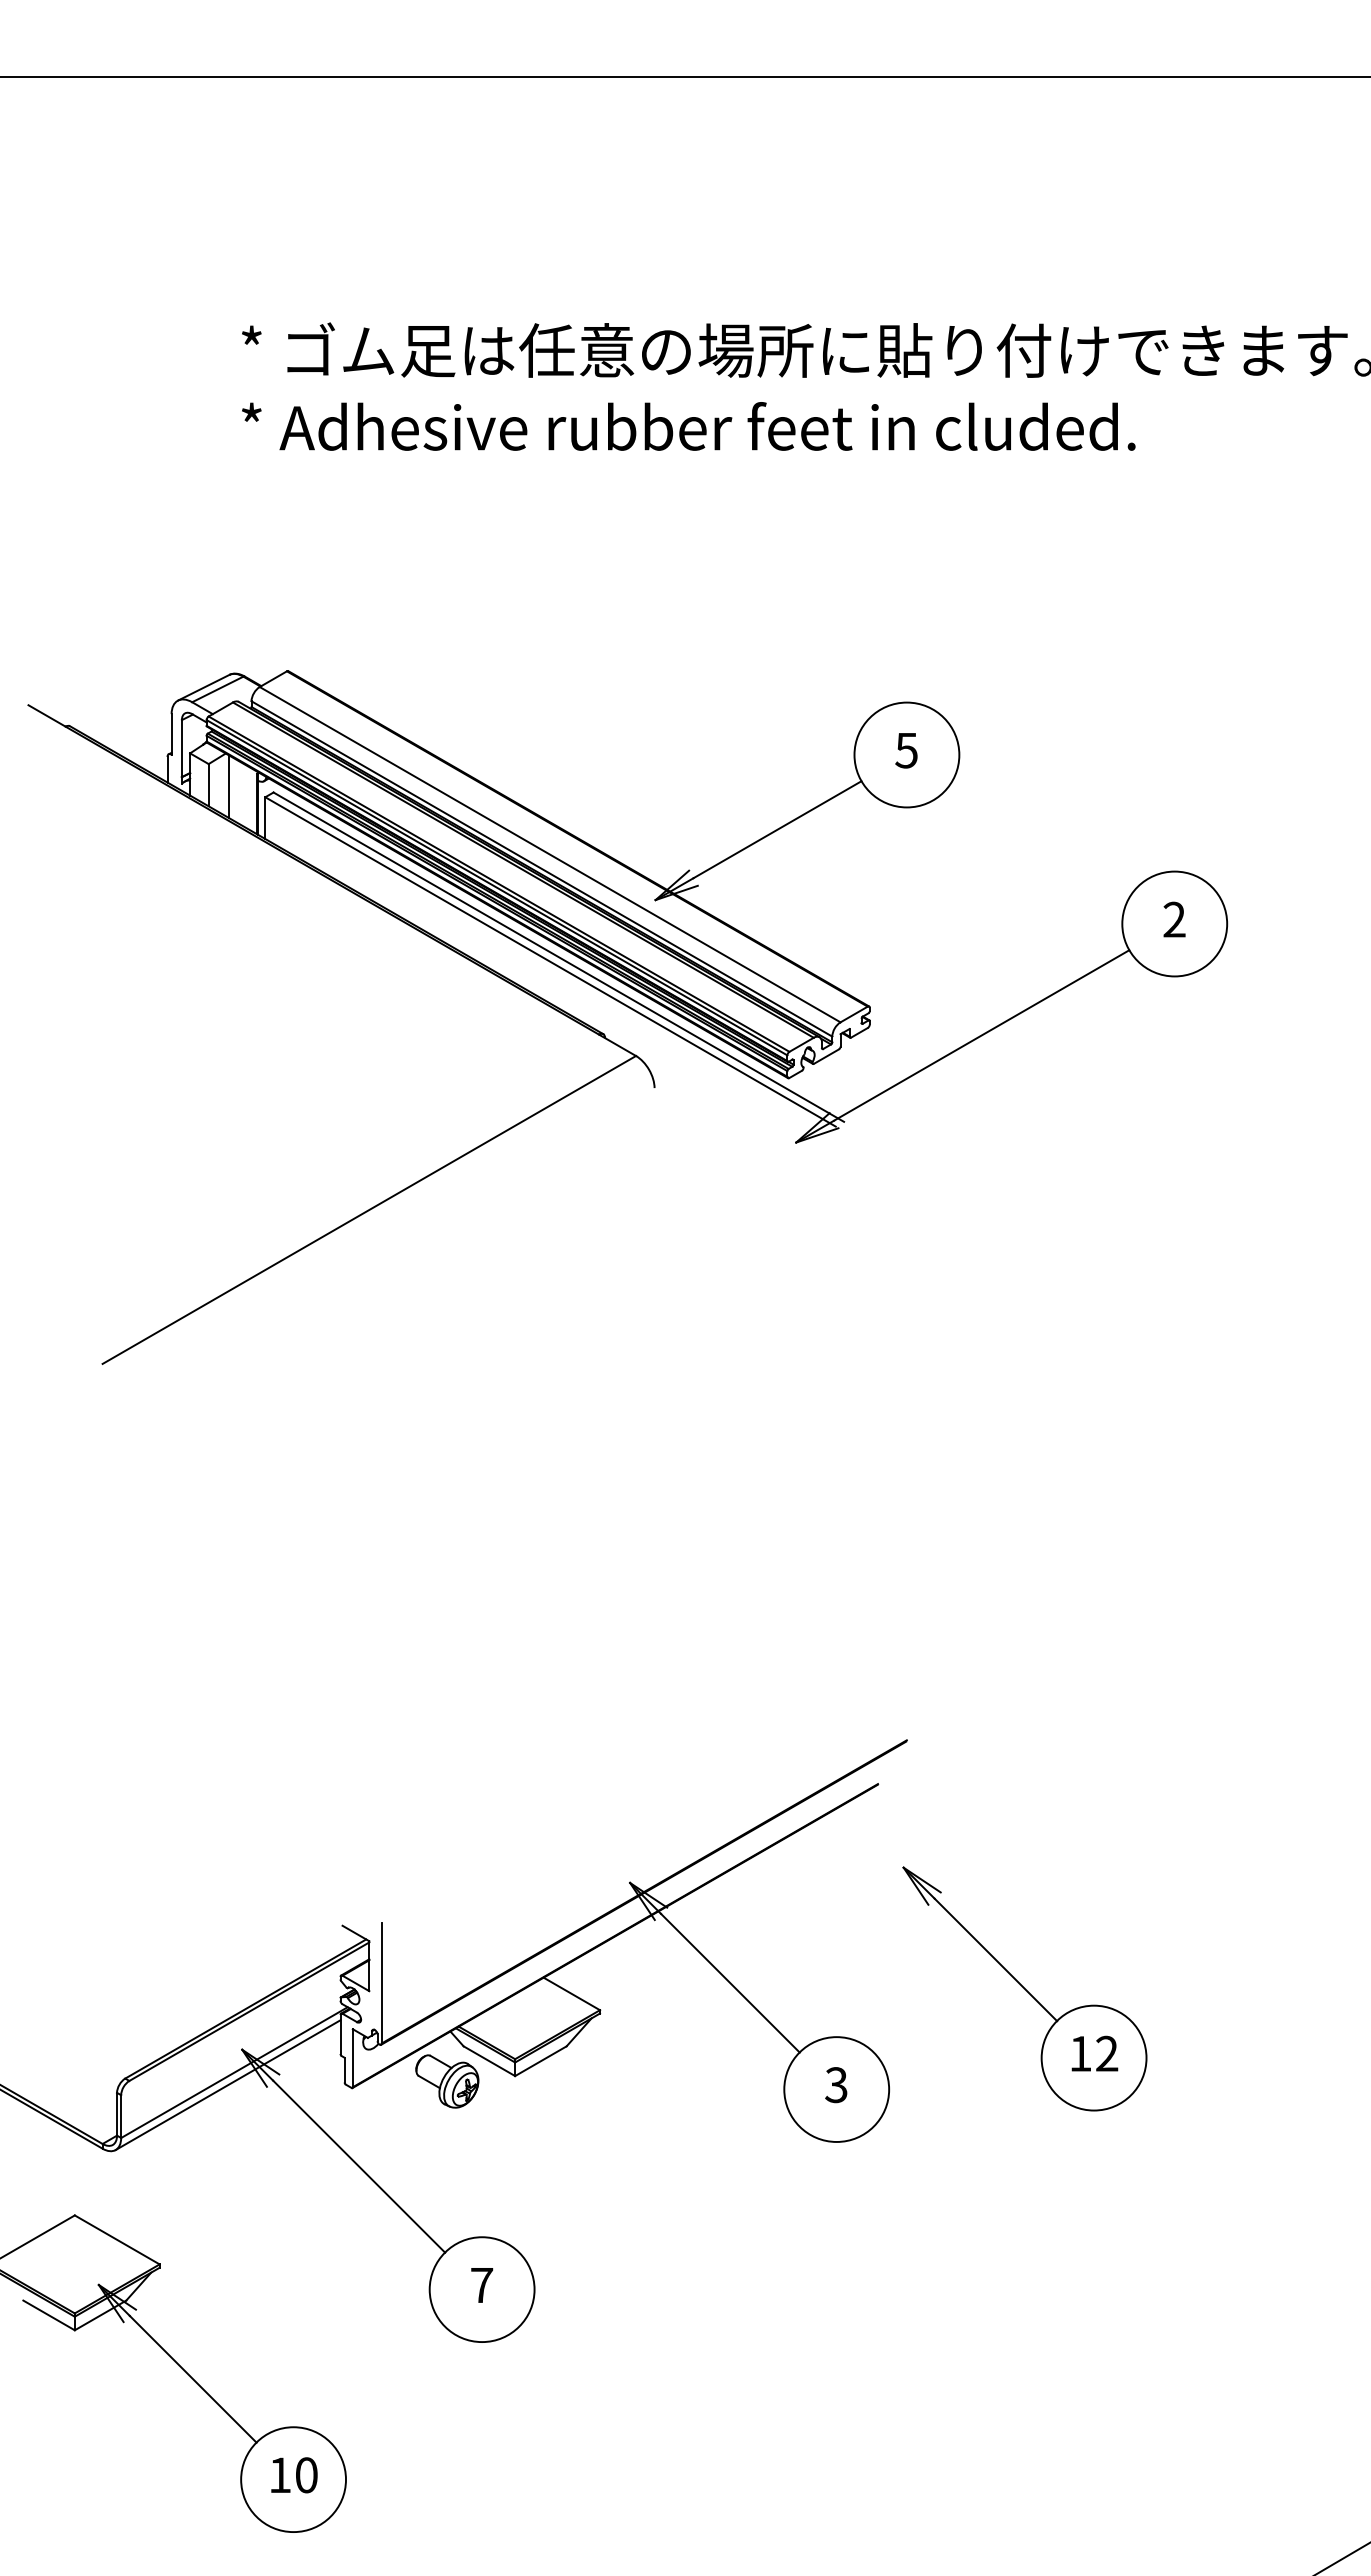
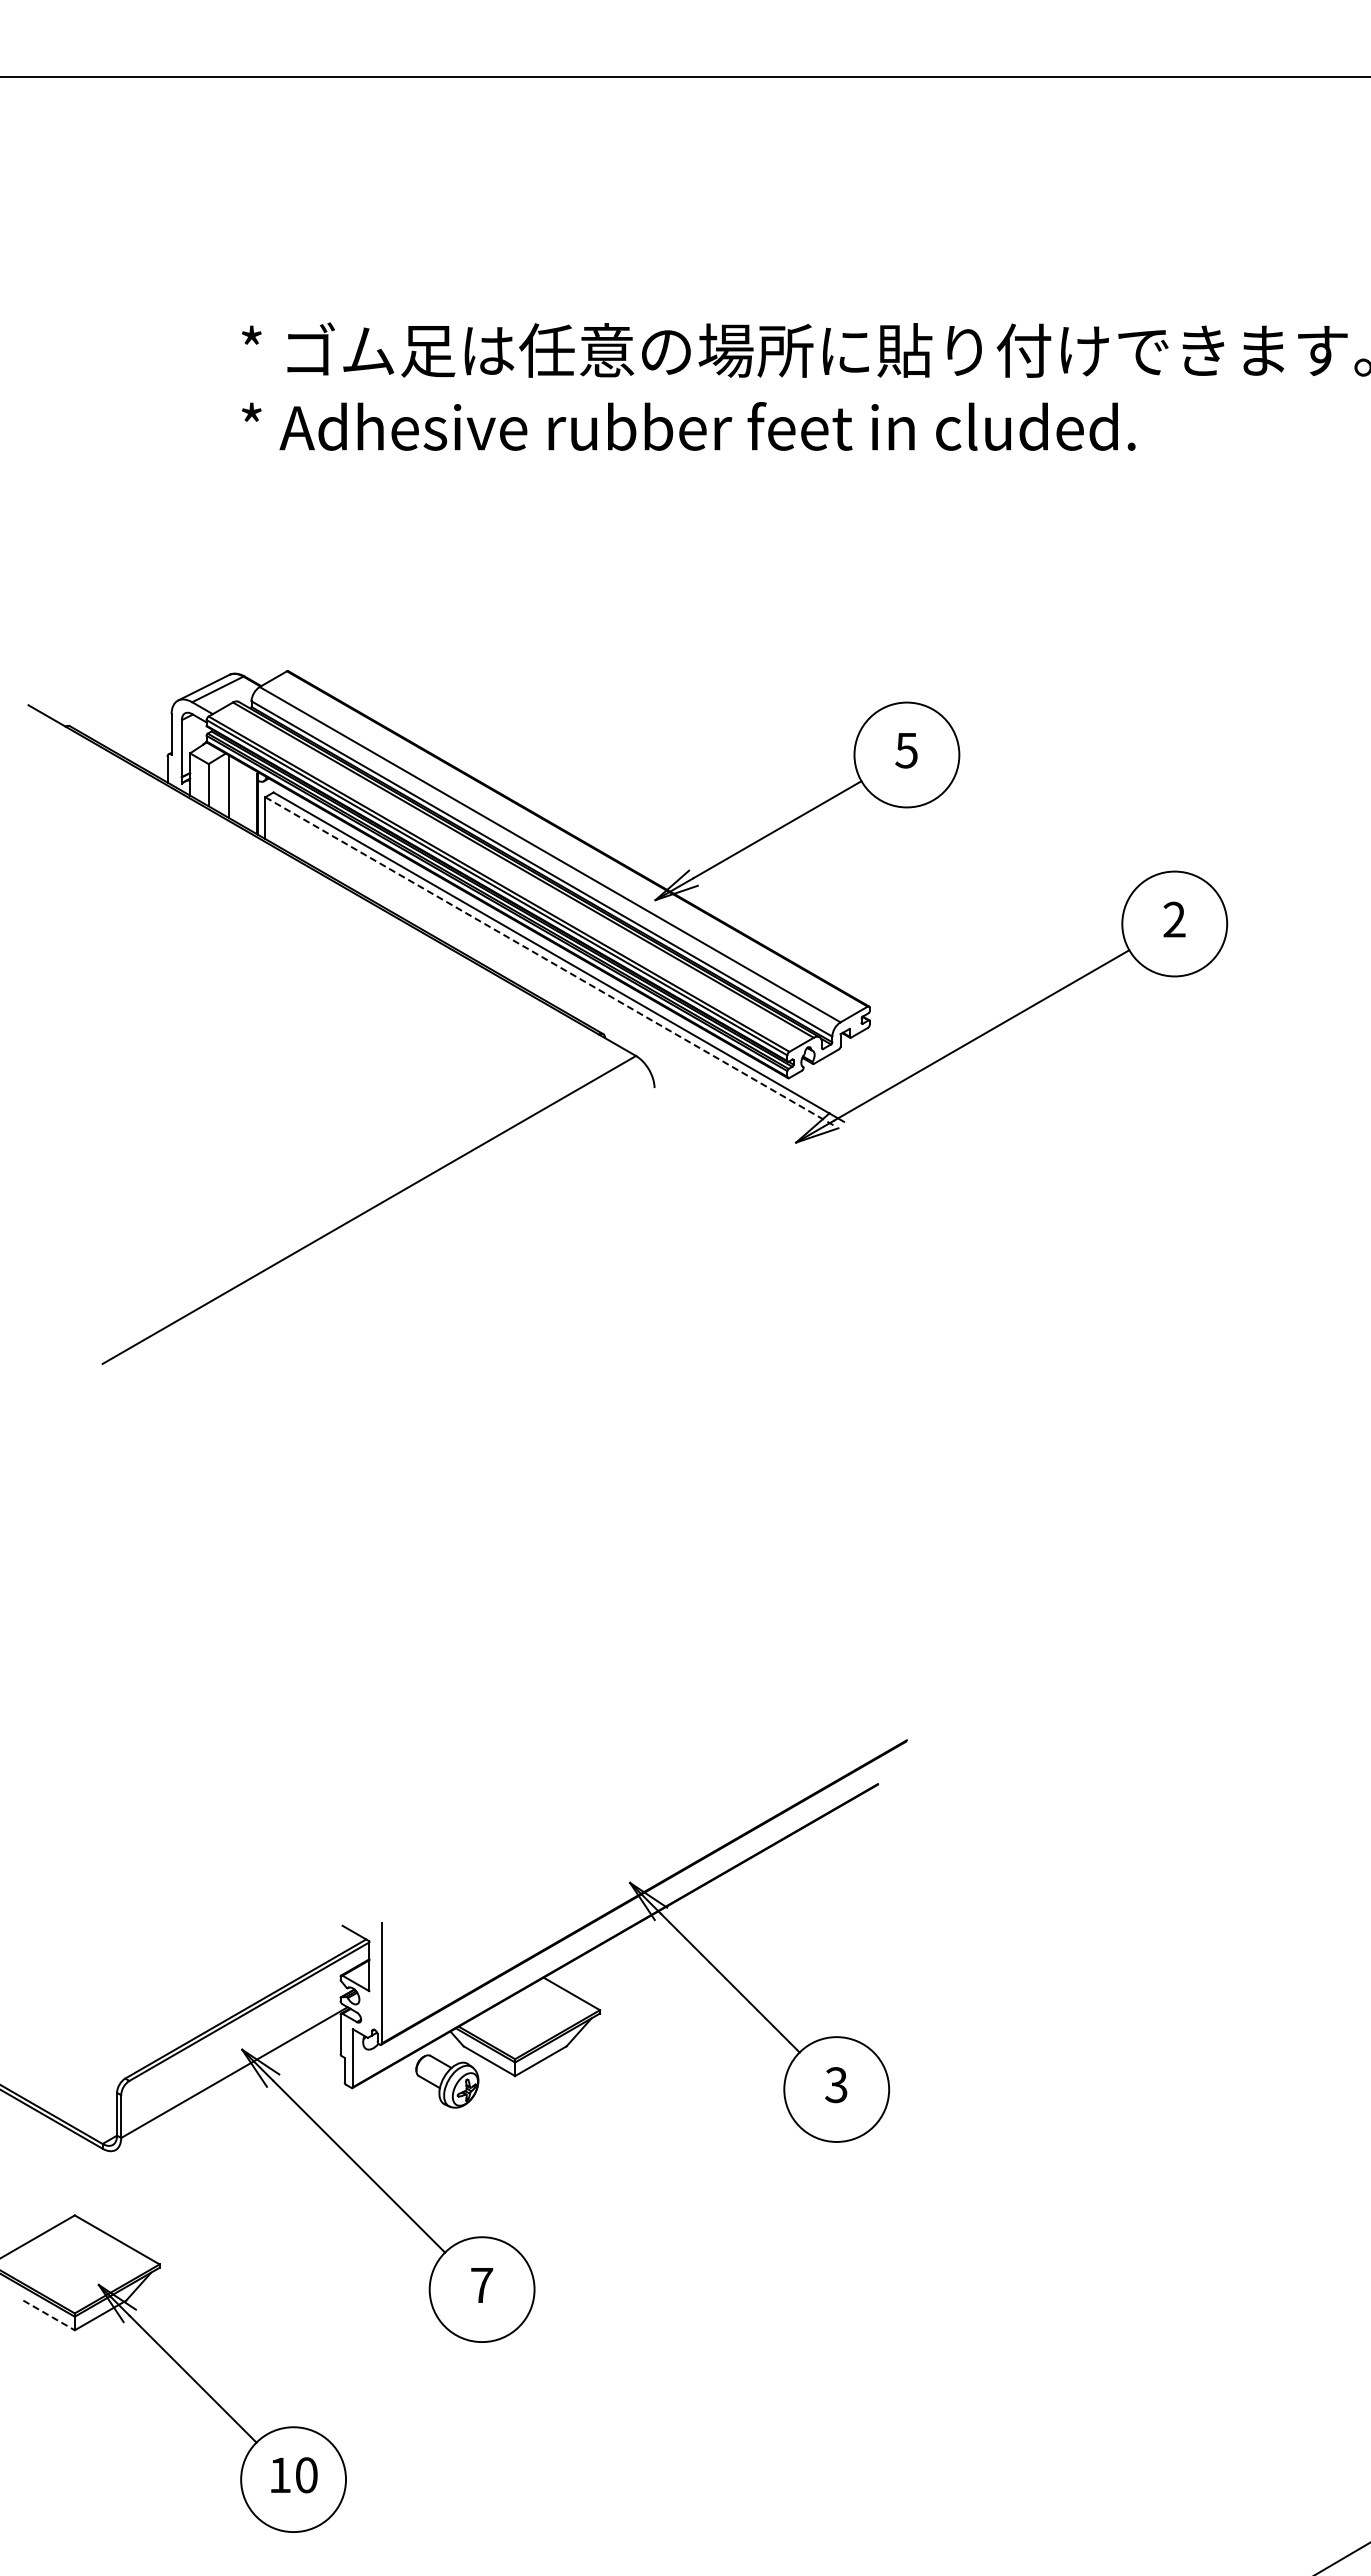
line at (551, 962): solid -> dashed
part at (1024, 1988): present -> none
line at (227, 2085): present -> none
line at (49, 2315): solid -> dashed
